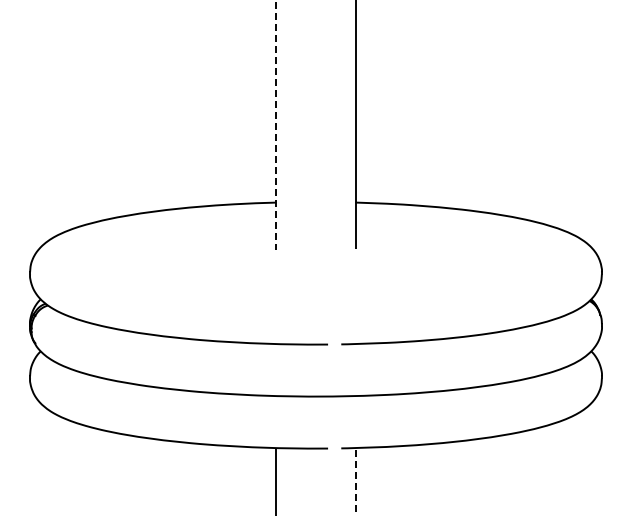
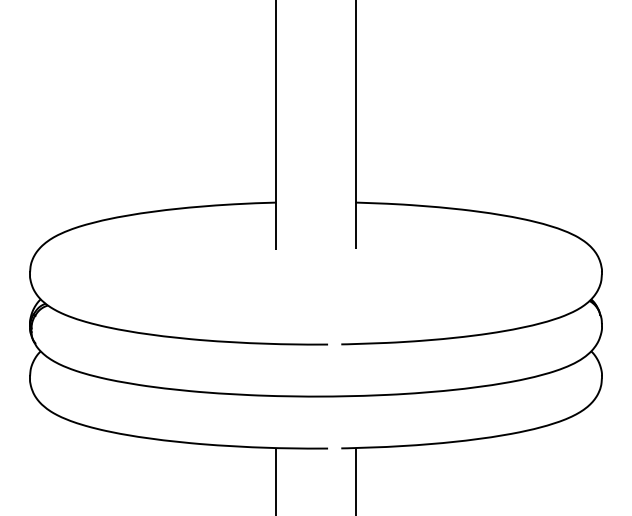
line at (276, 125): dashed -> solid
line at (355, 481): dashed -> solid
